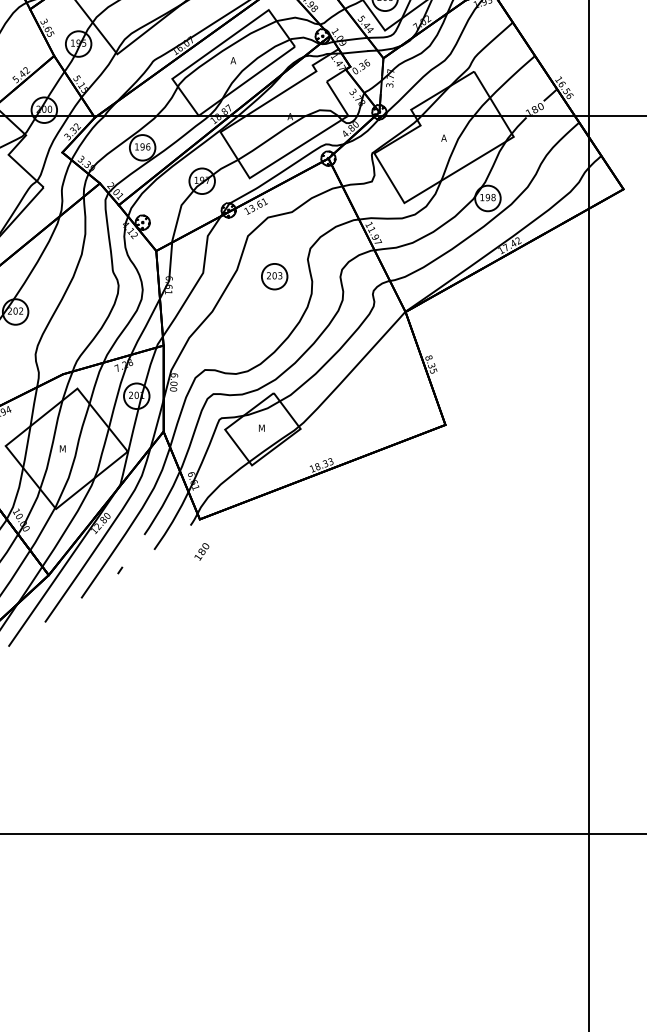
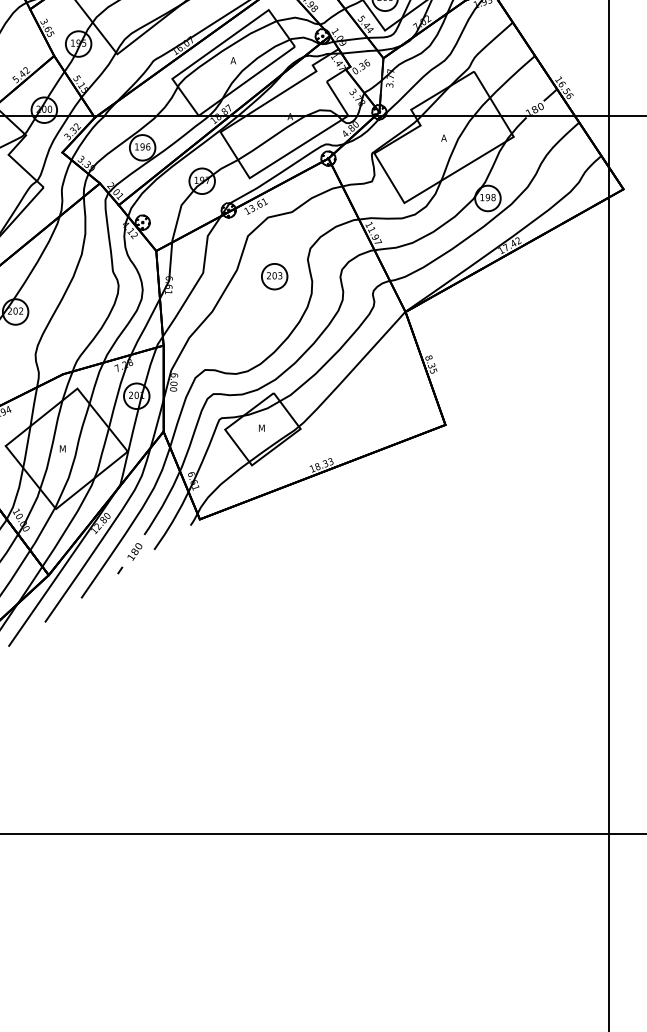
line at (588, 515) position: (588, 515) -> (608, 515)
text at (201, 551) position: (201, 551) -> (134, 551)
